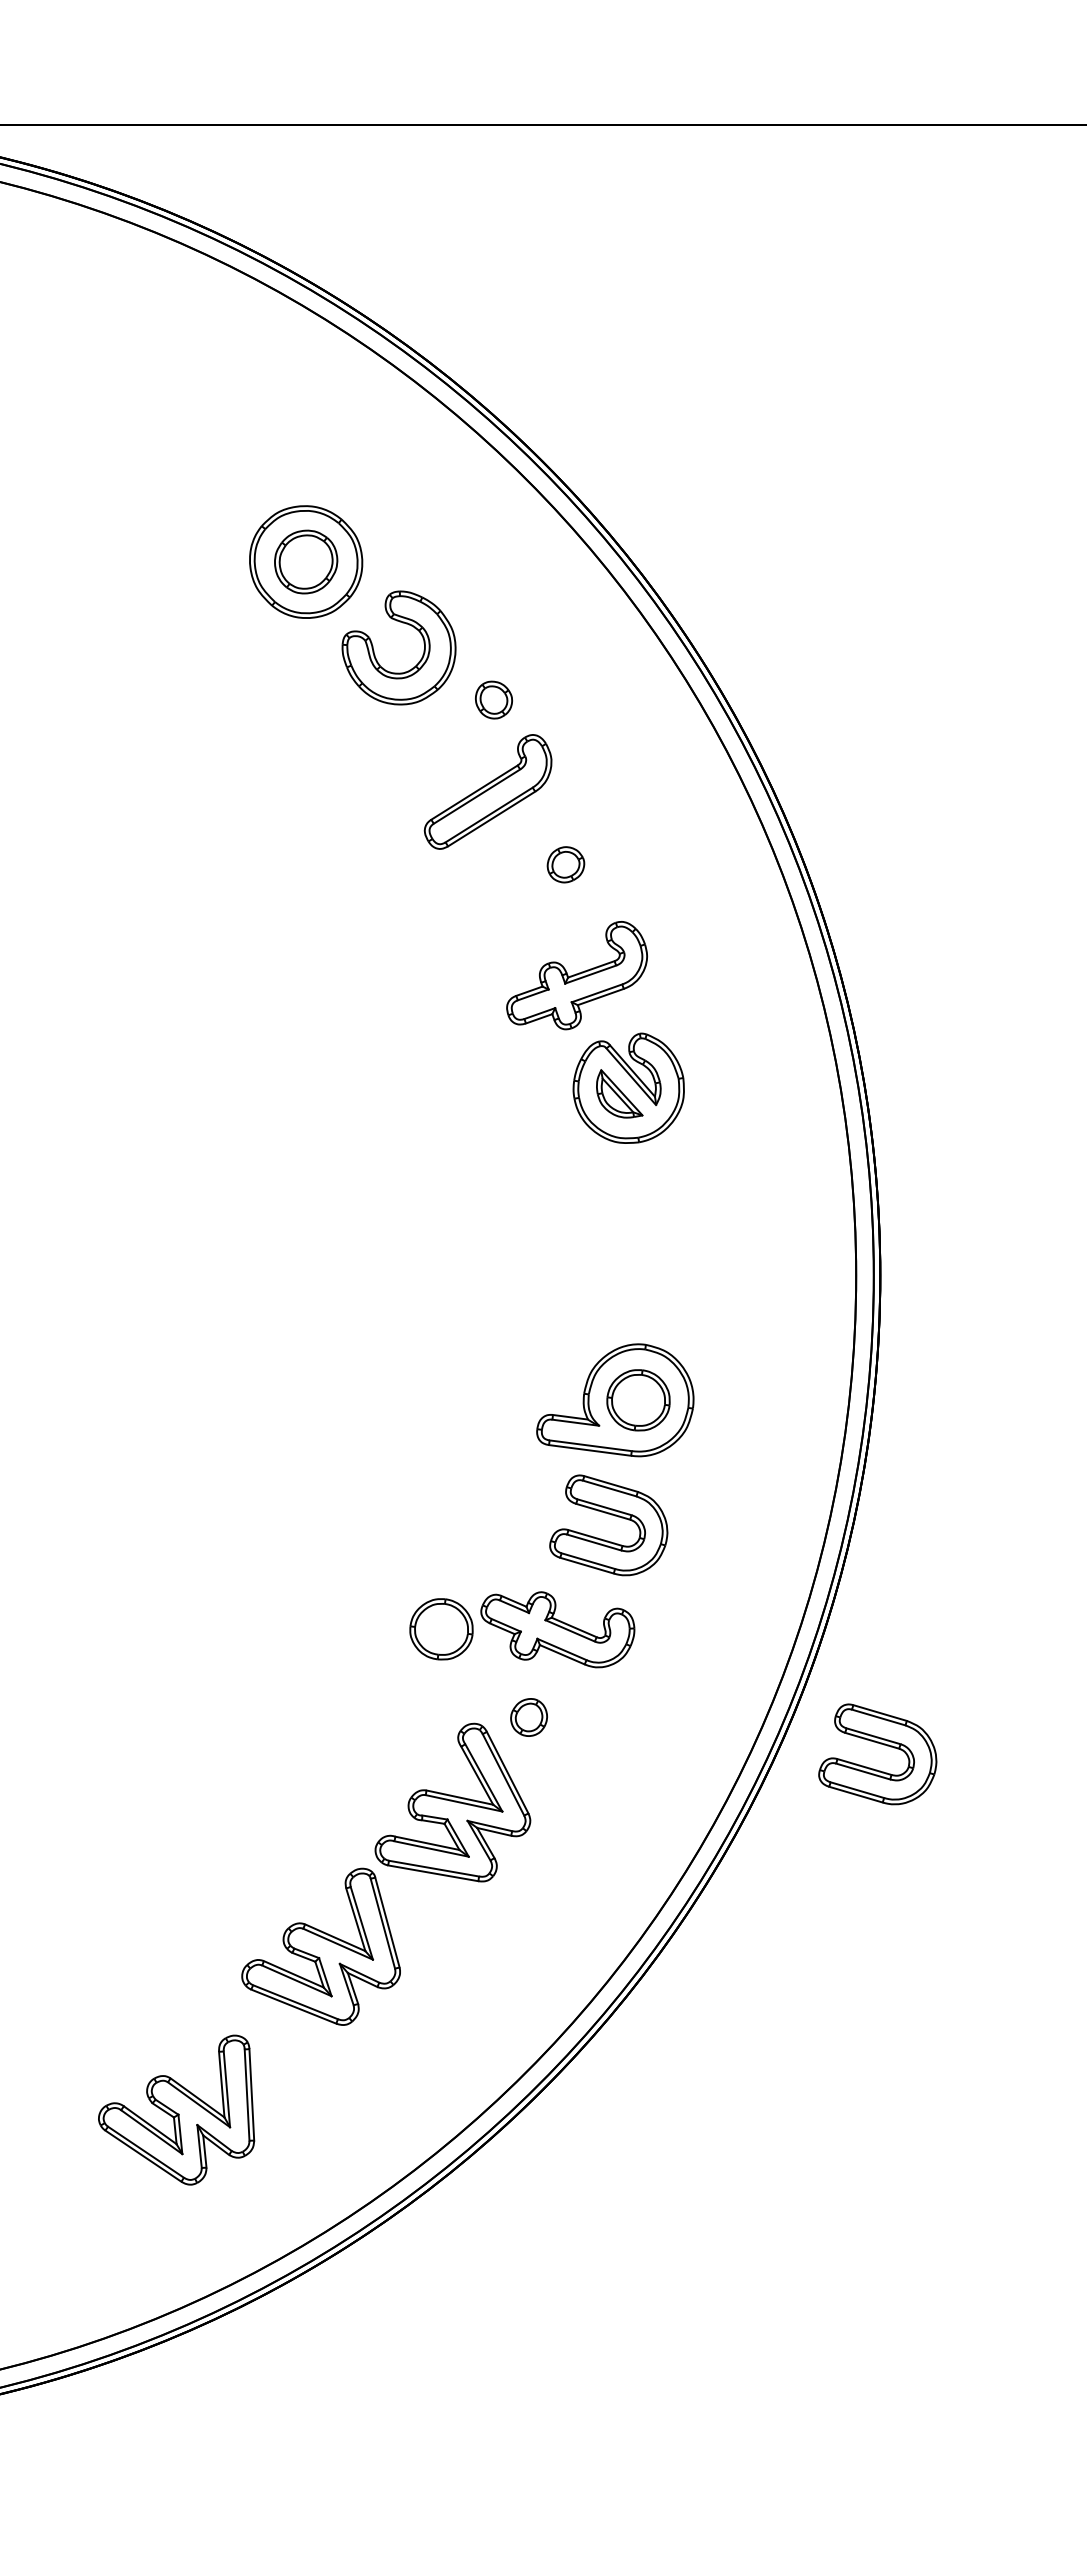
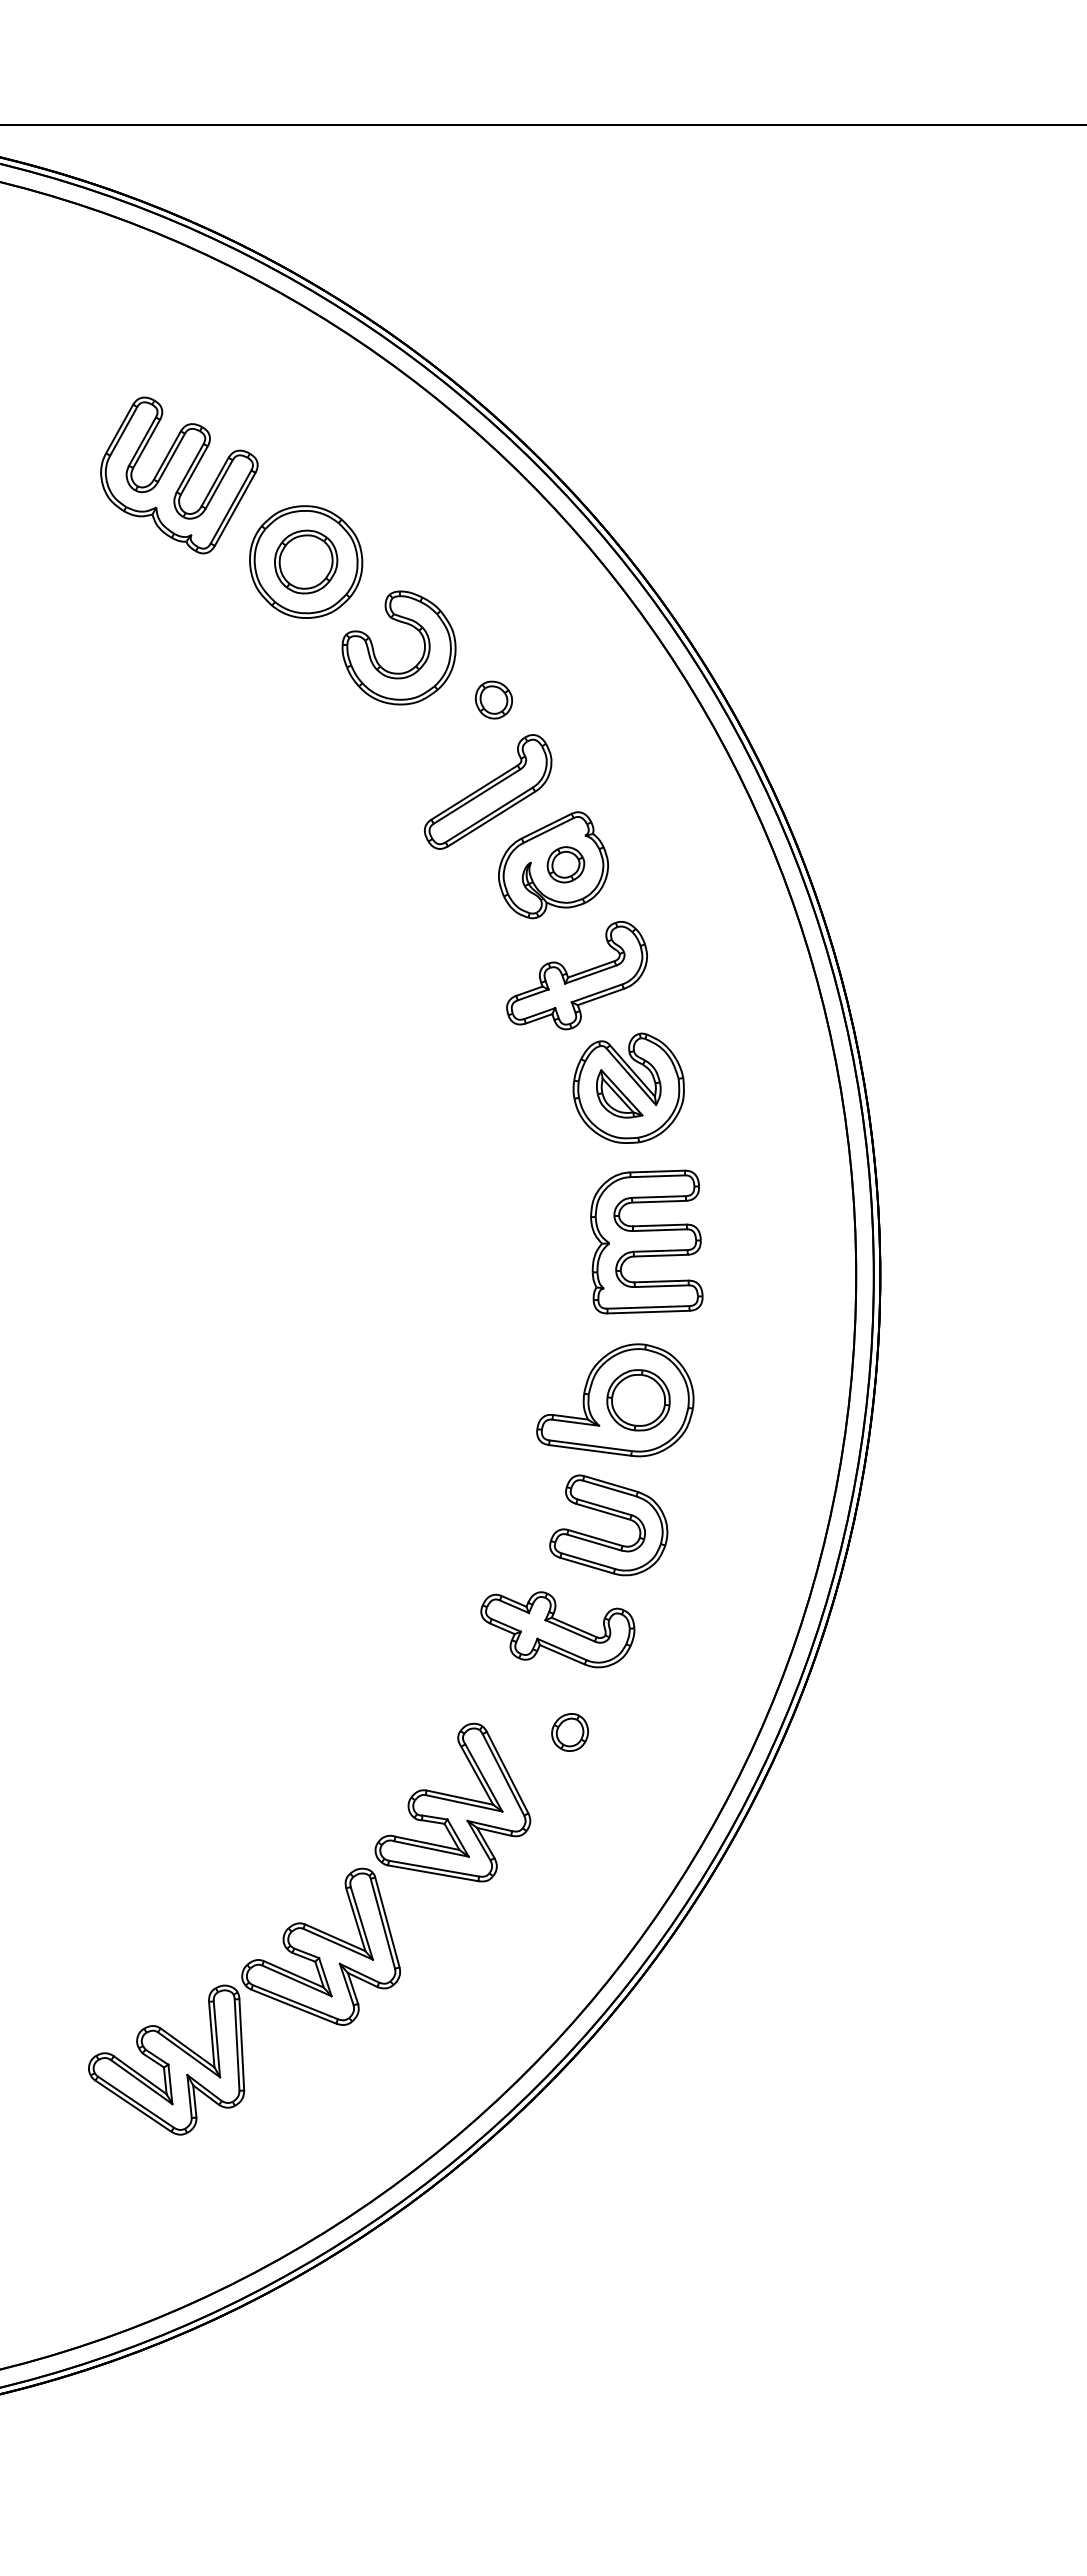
part at (179, 475): none -> present
part at (553, 865): none -> present
part at (646, 1241): none -> present
part at (441, 1629): present -> none
part at (528, 1717) position: (528, 1717) -> (569, 1732)
part at (880, 1744): present -> none
part at (176, 2109) position: (176, 2109) -> (166, 2059)
